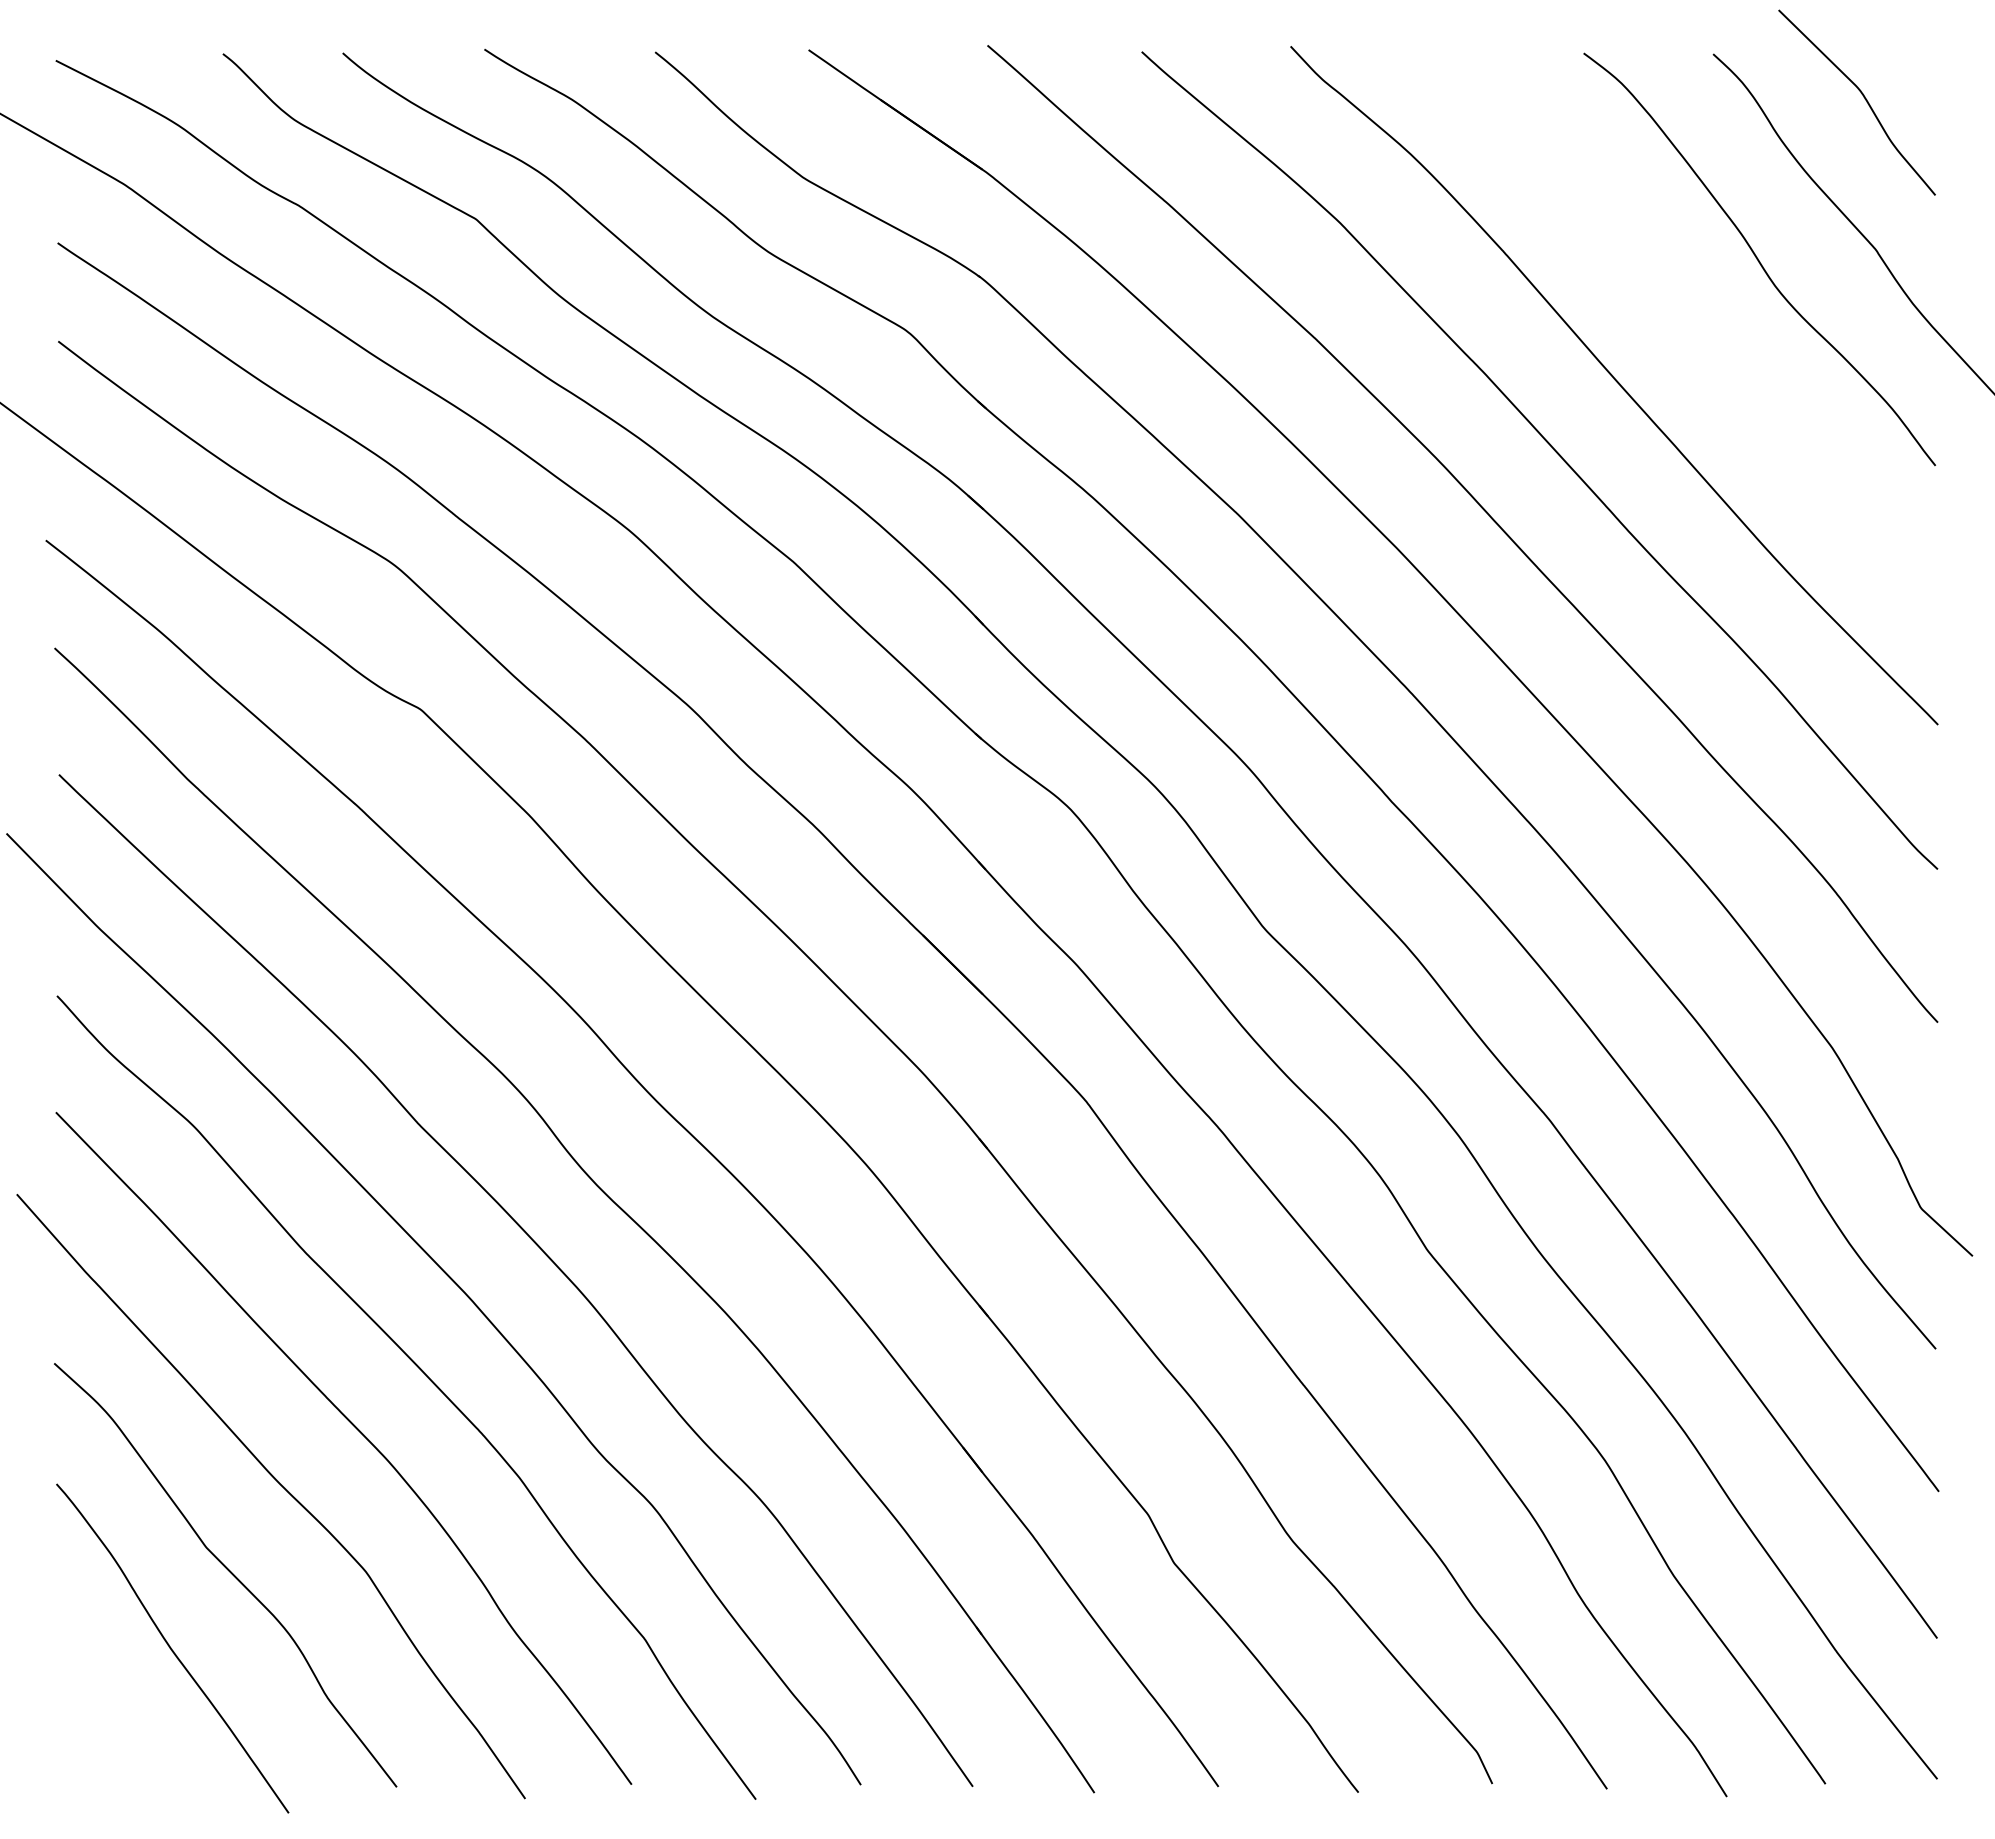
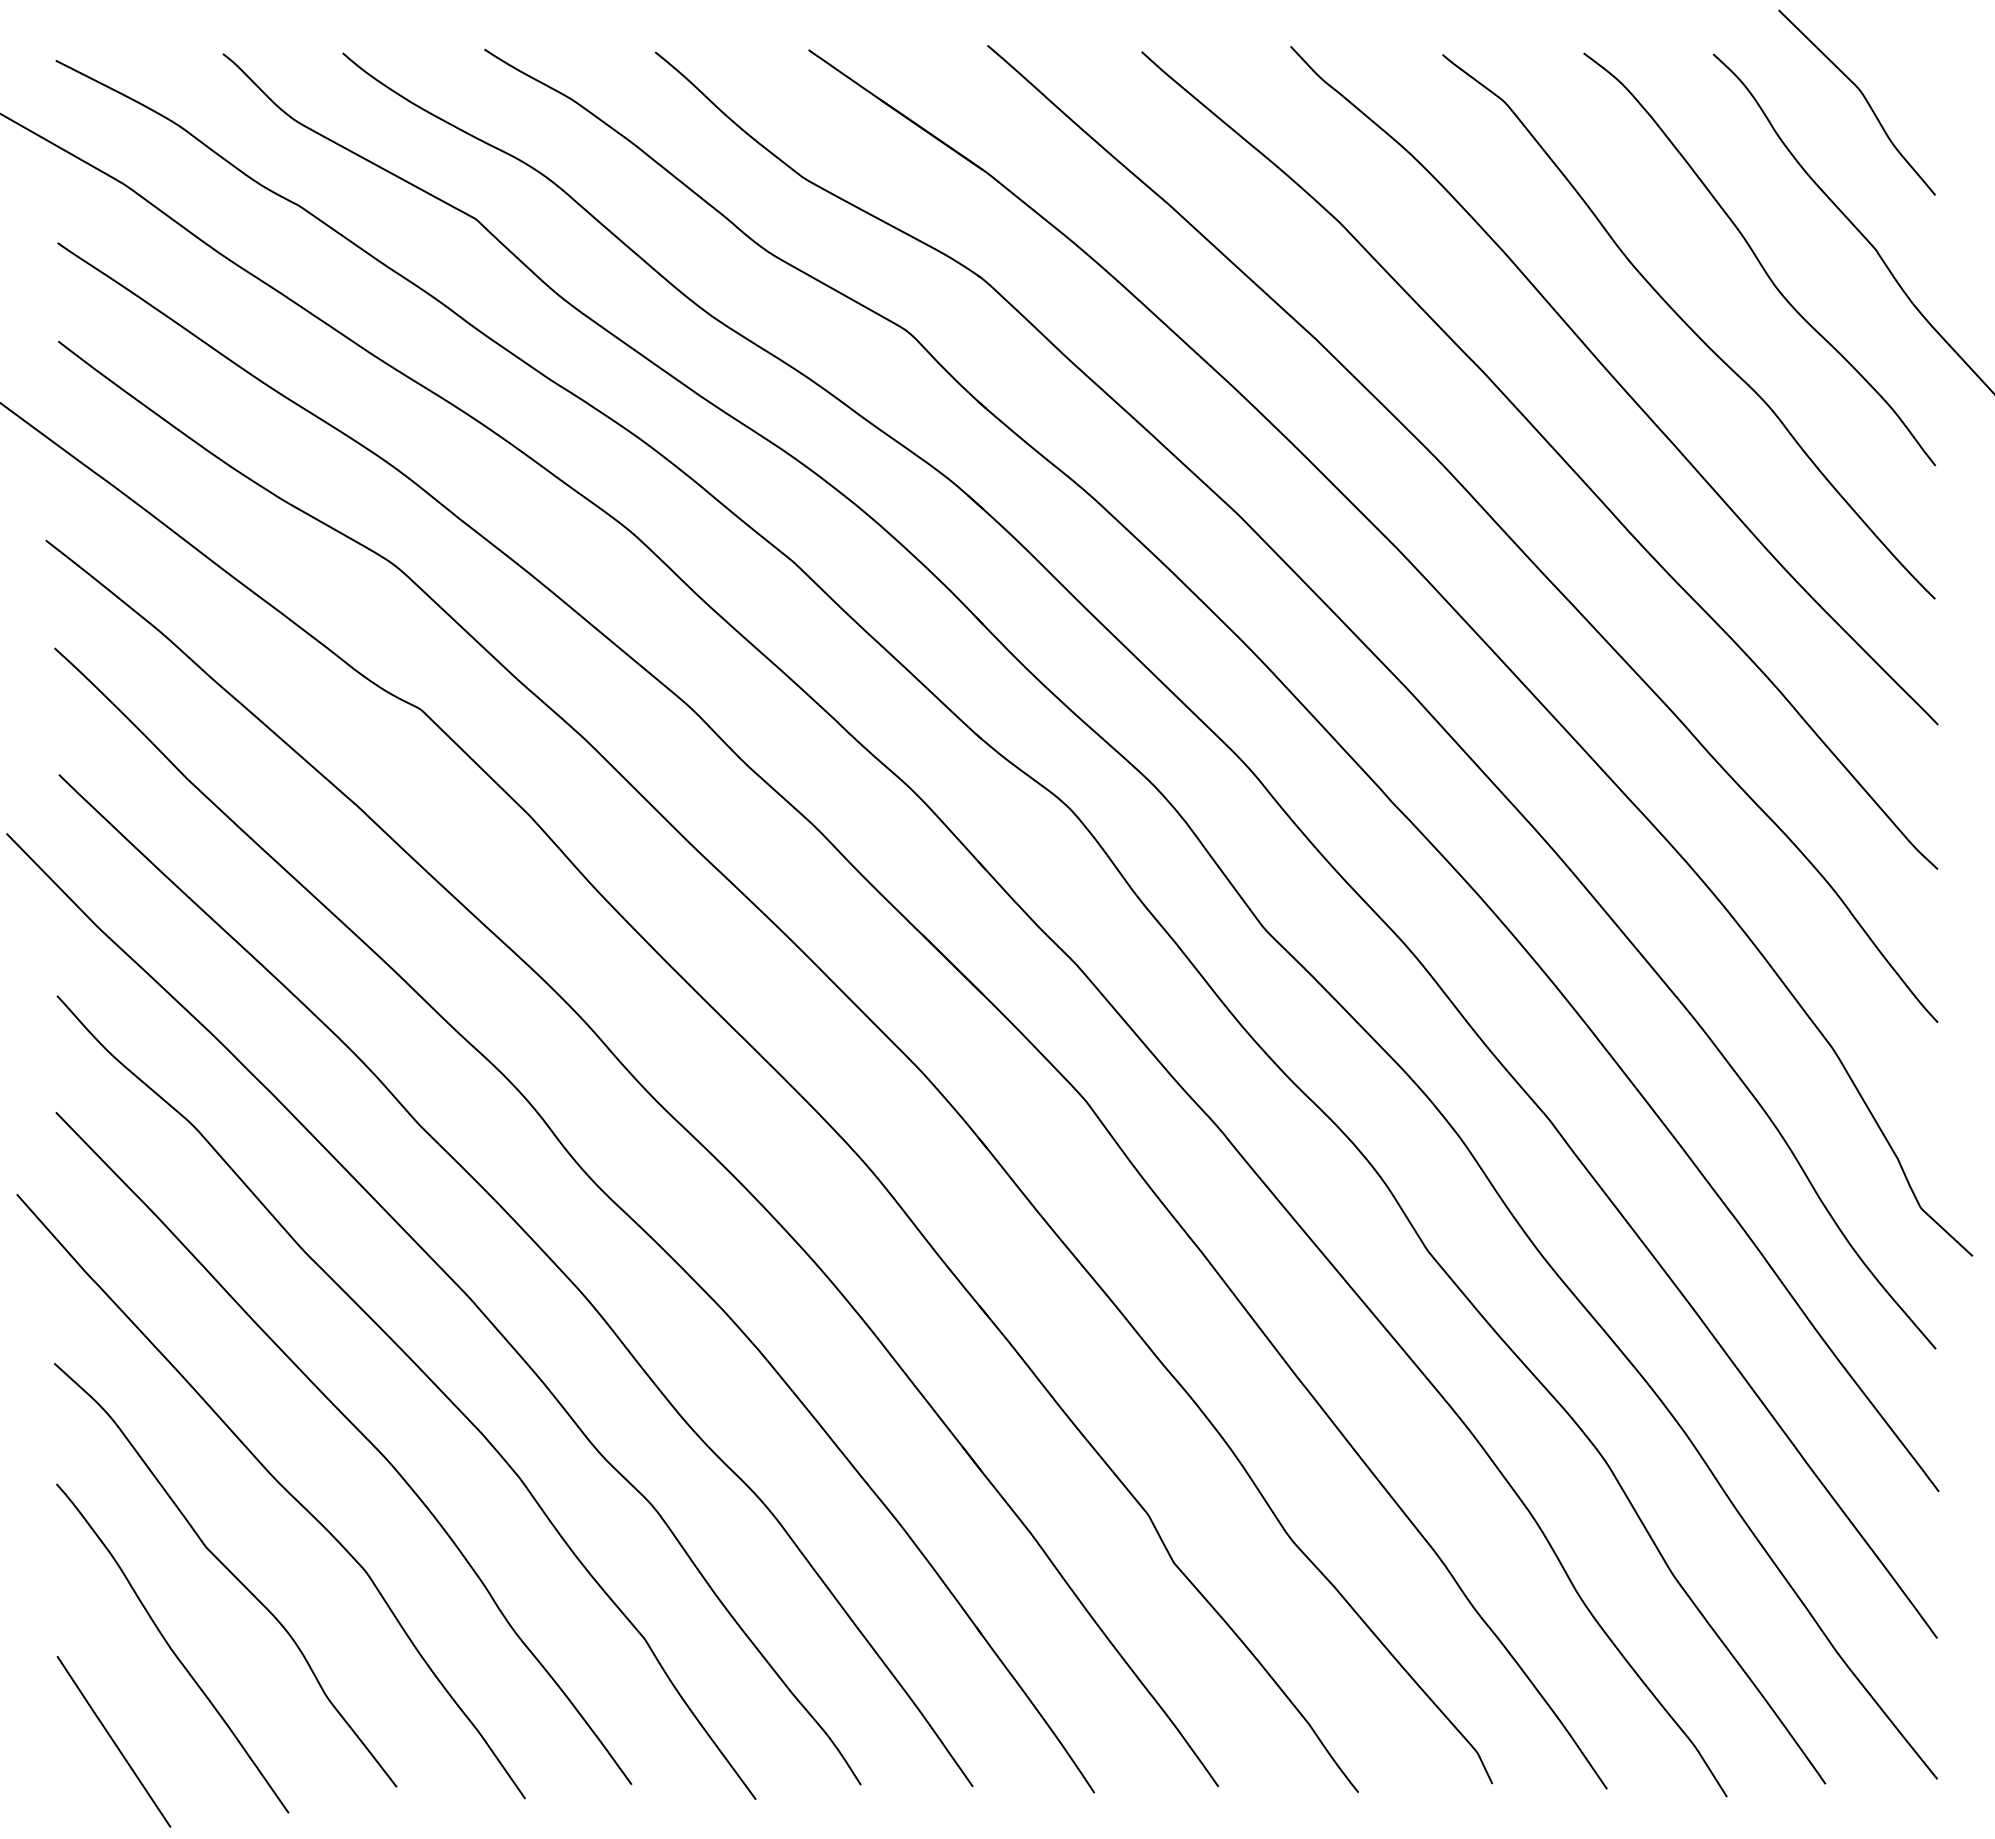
curve at (1688, 326): none -> present
line at (113, 1741): none -> present
